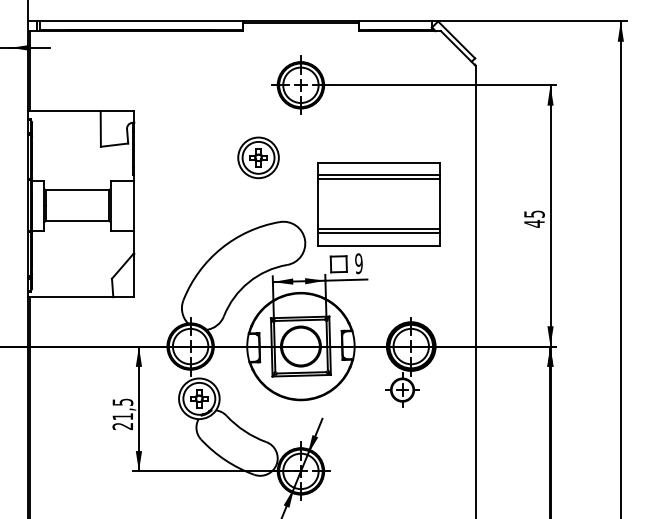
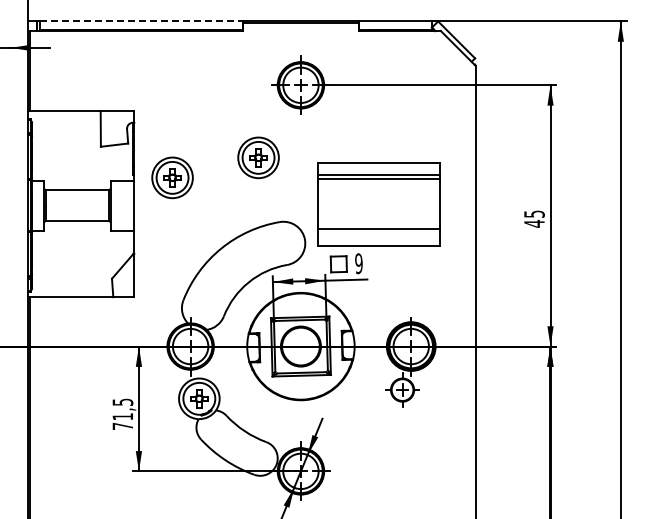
line at (141, 21): solid -> dashed
part at (172, 177): none -> present
line at (379, 233): present -> none
text at (122, 426): 21,5 -> 71,5
